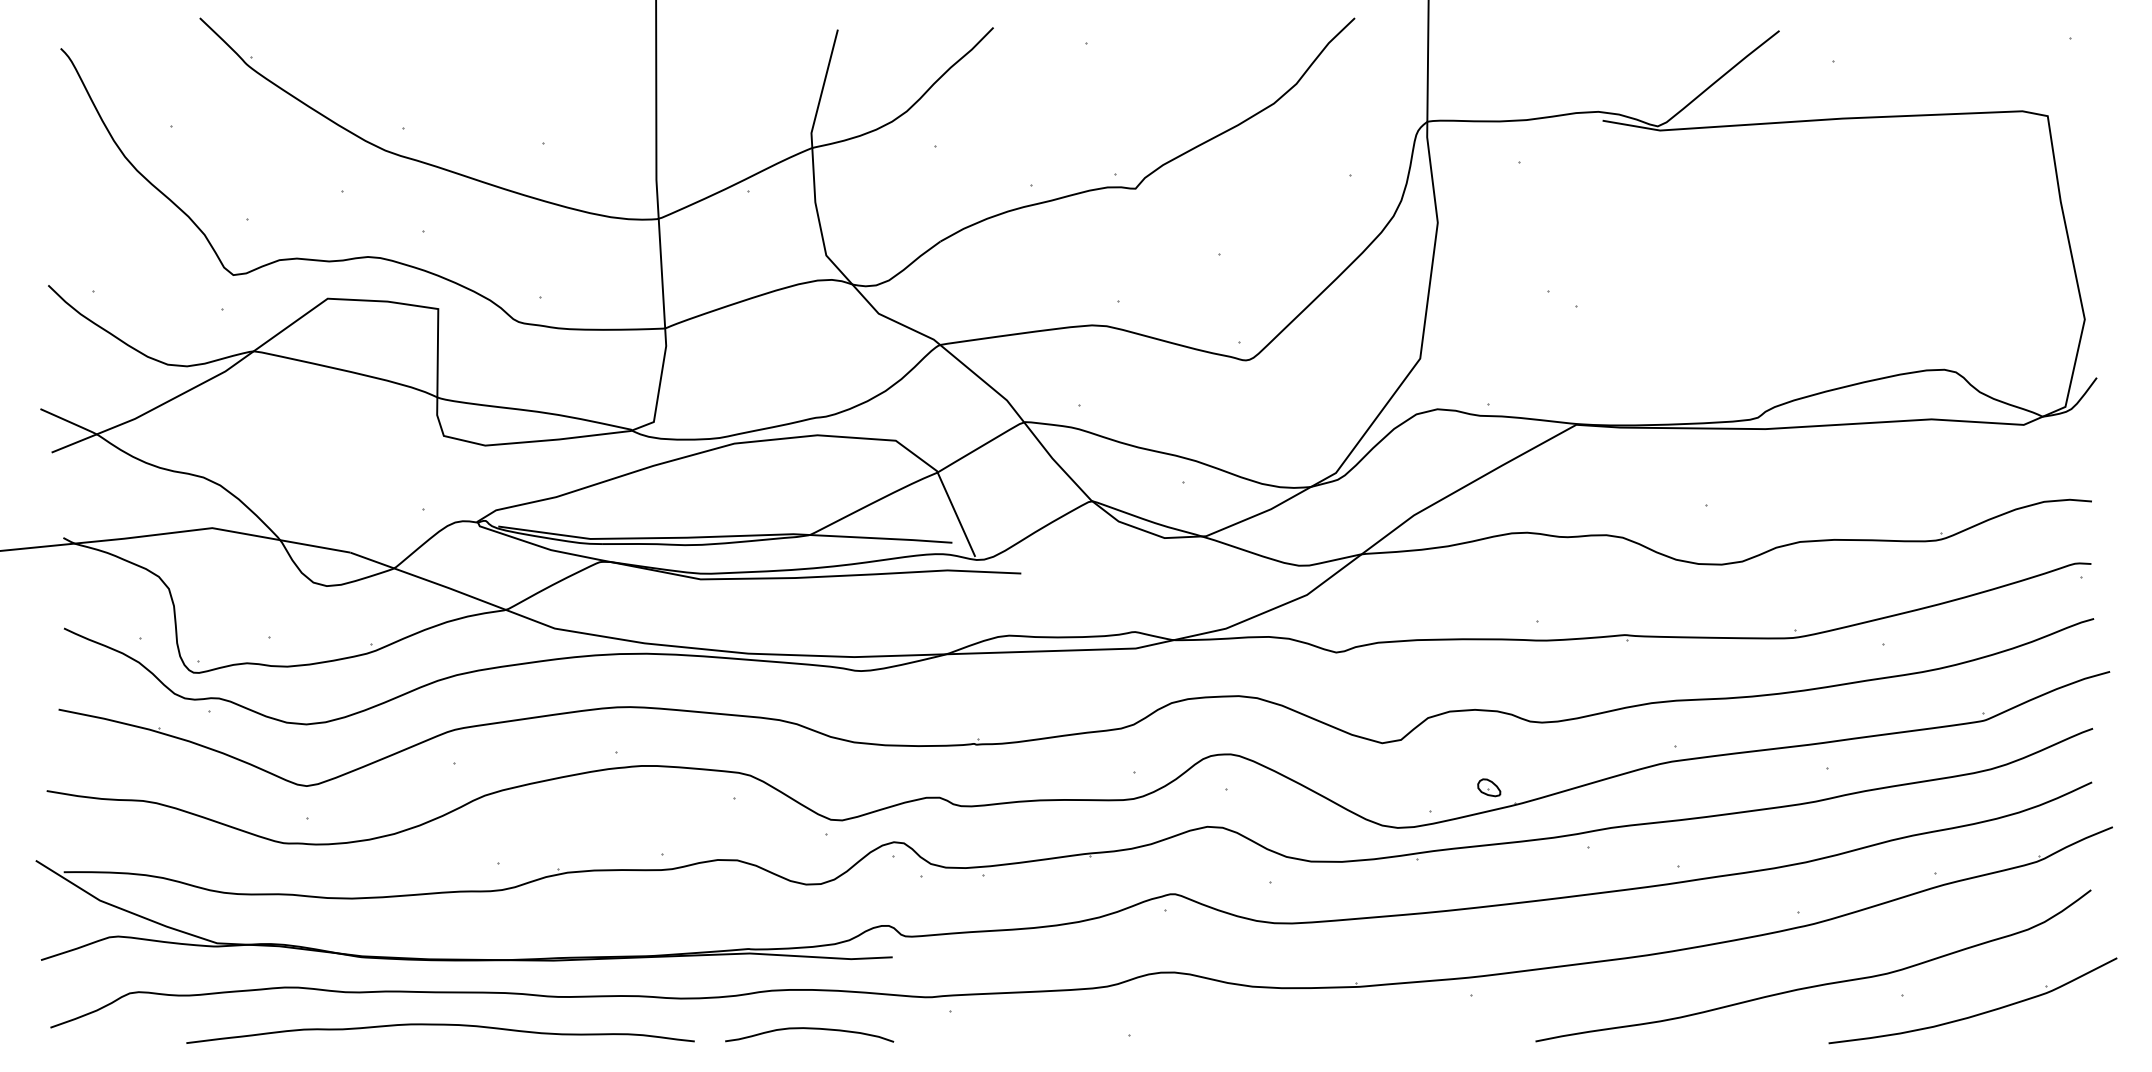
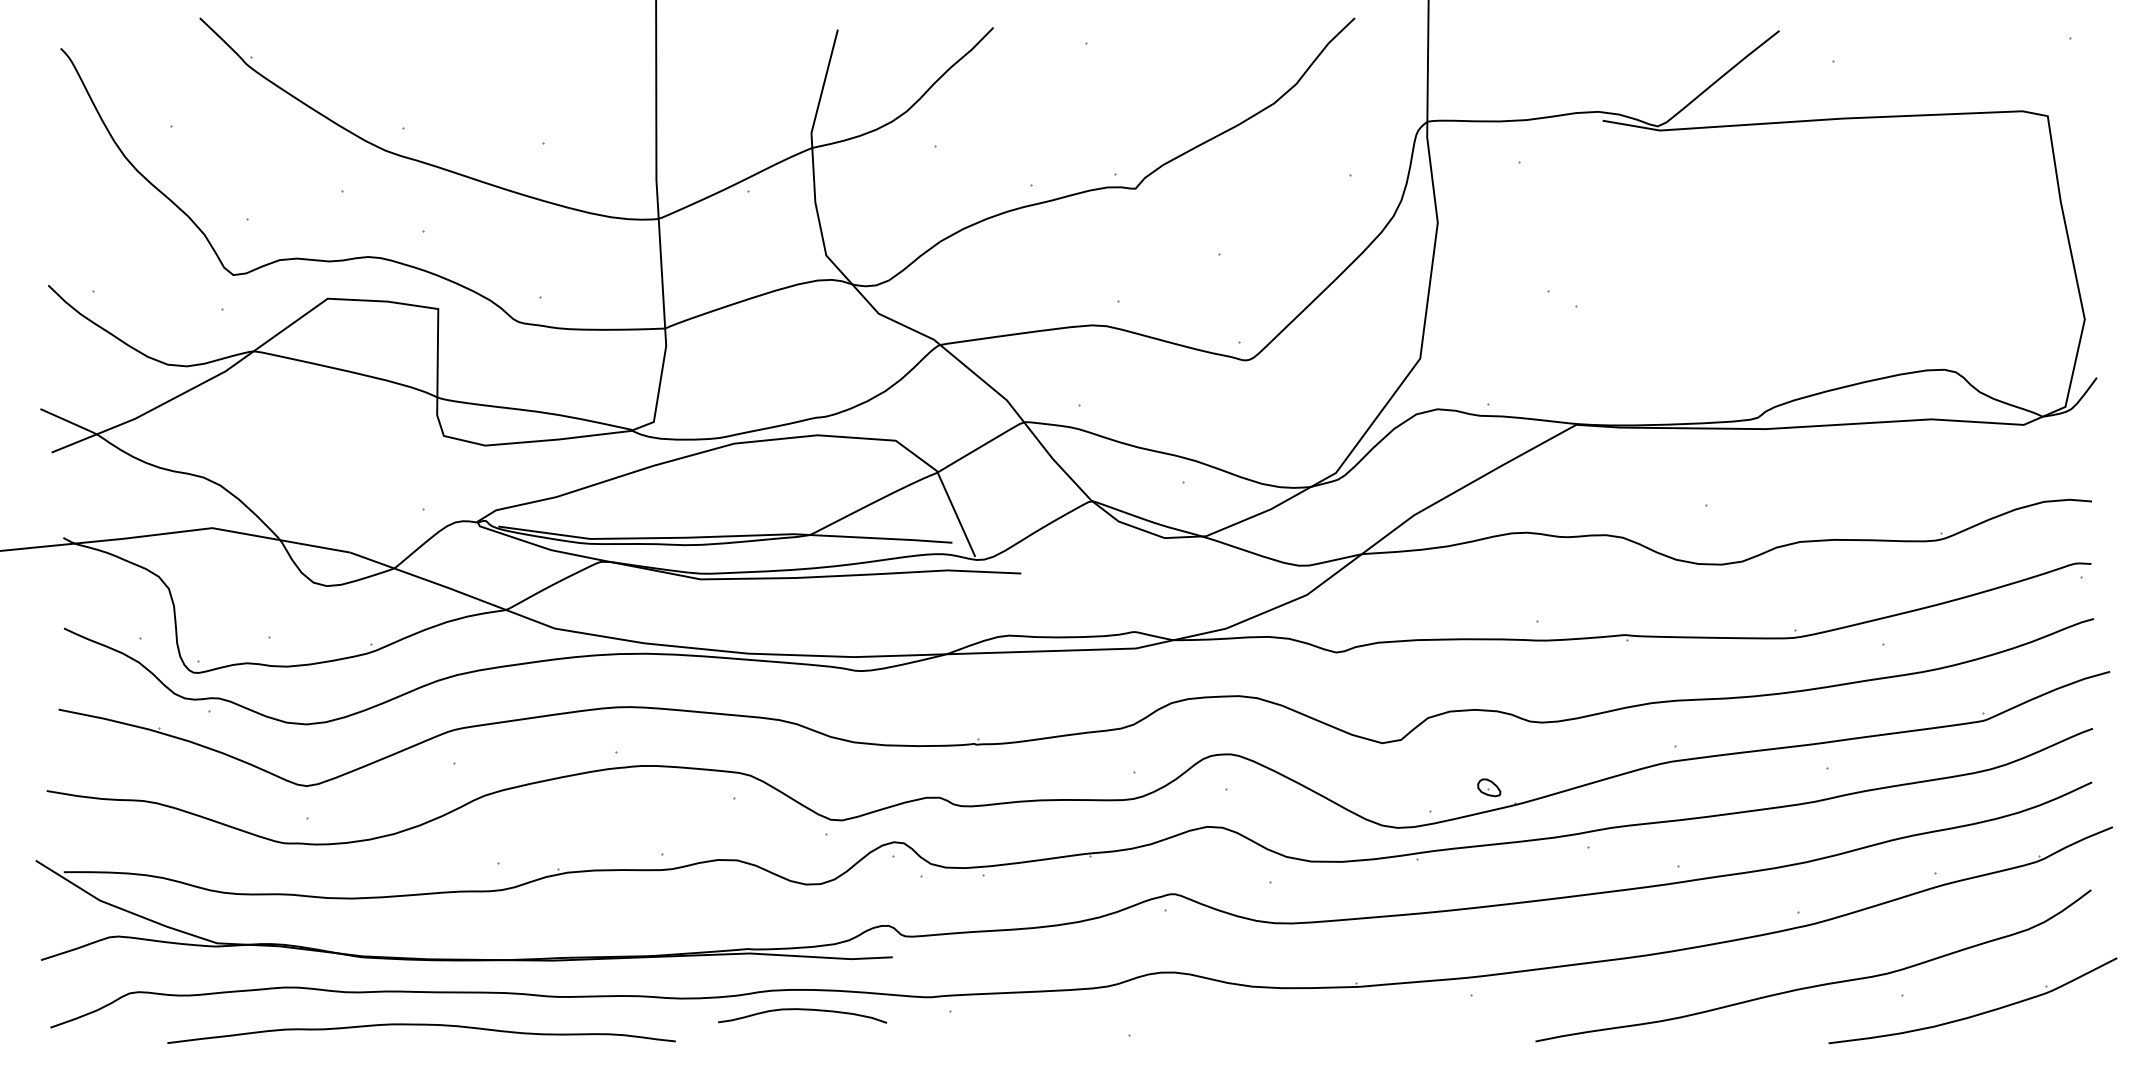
curve at (440, 1025) position: (440, 1025) -> (421, 1025)
curve at (809, 1029) position: (809, 1029) -> (802, 1010)
